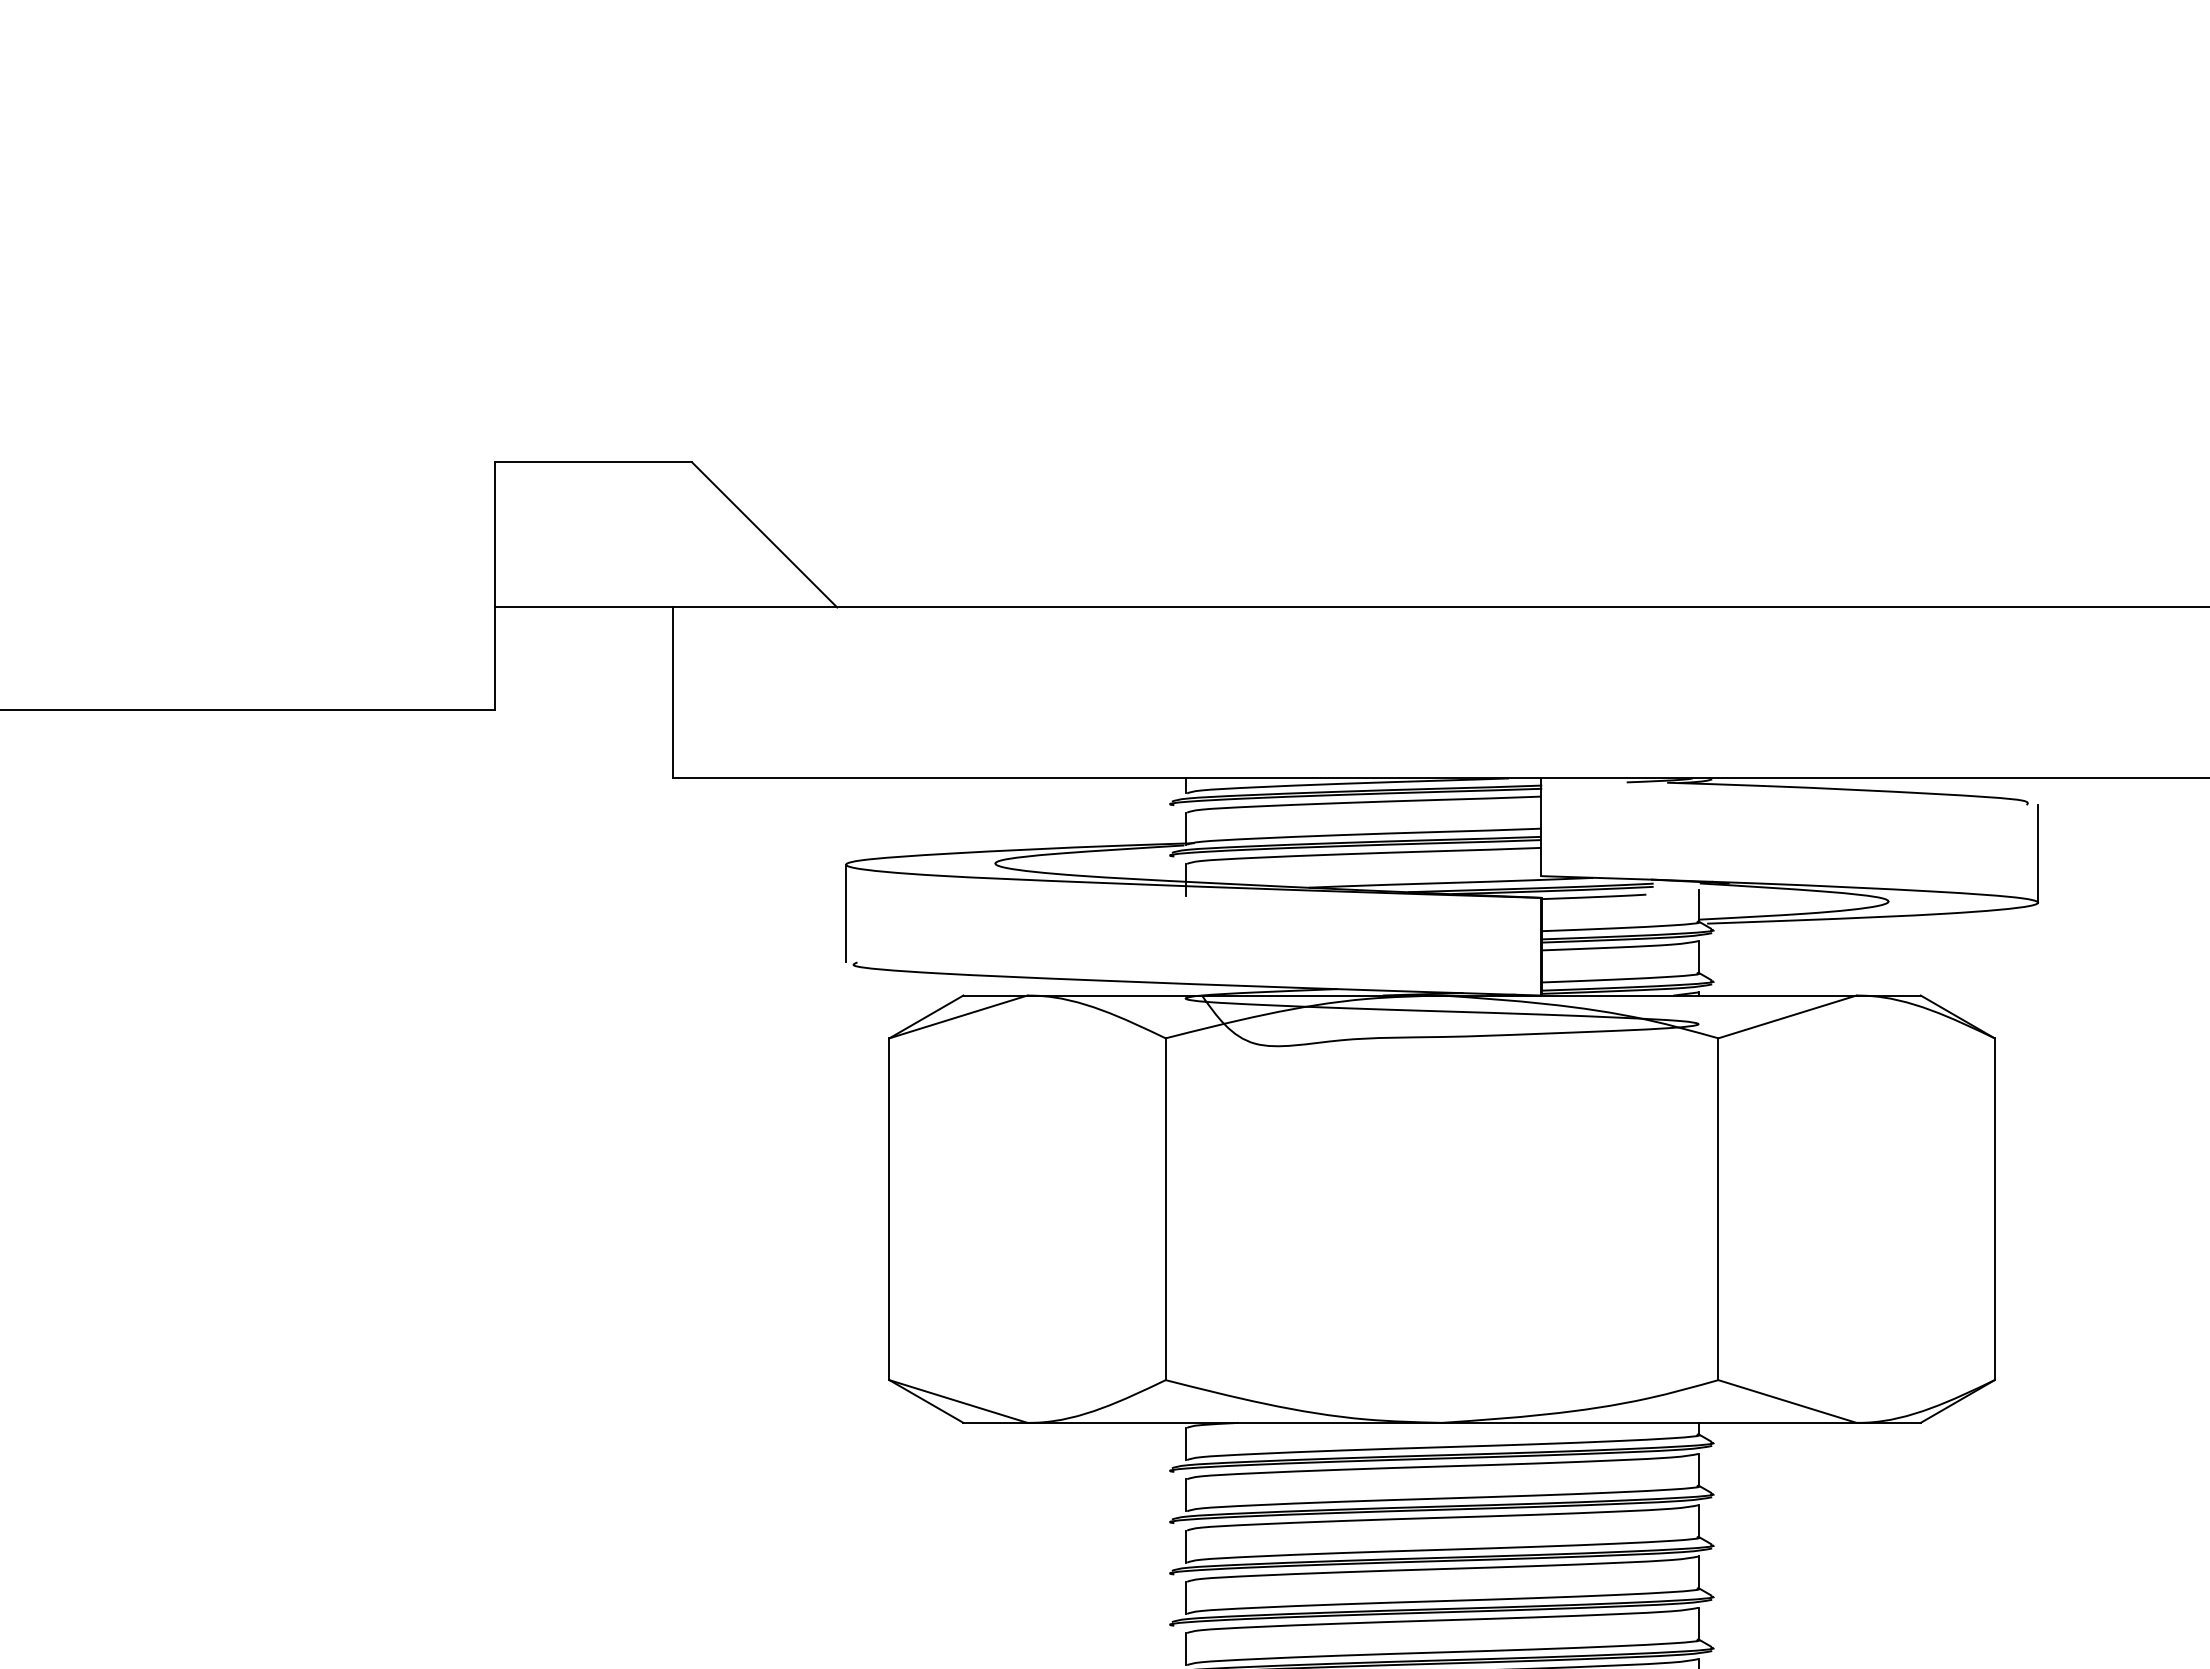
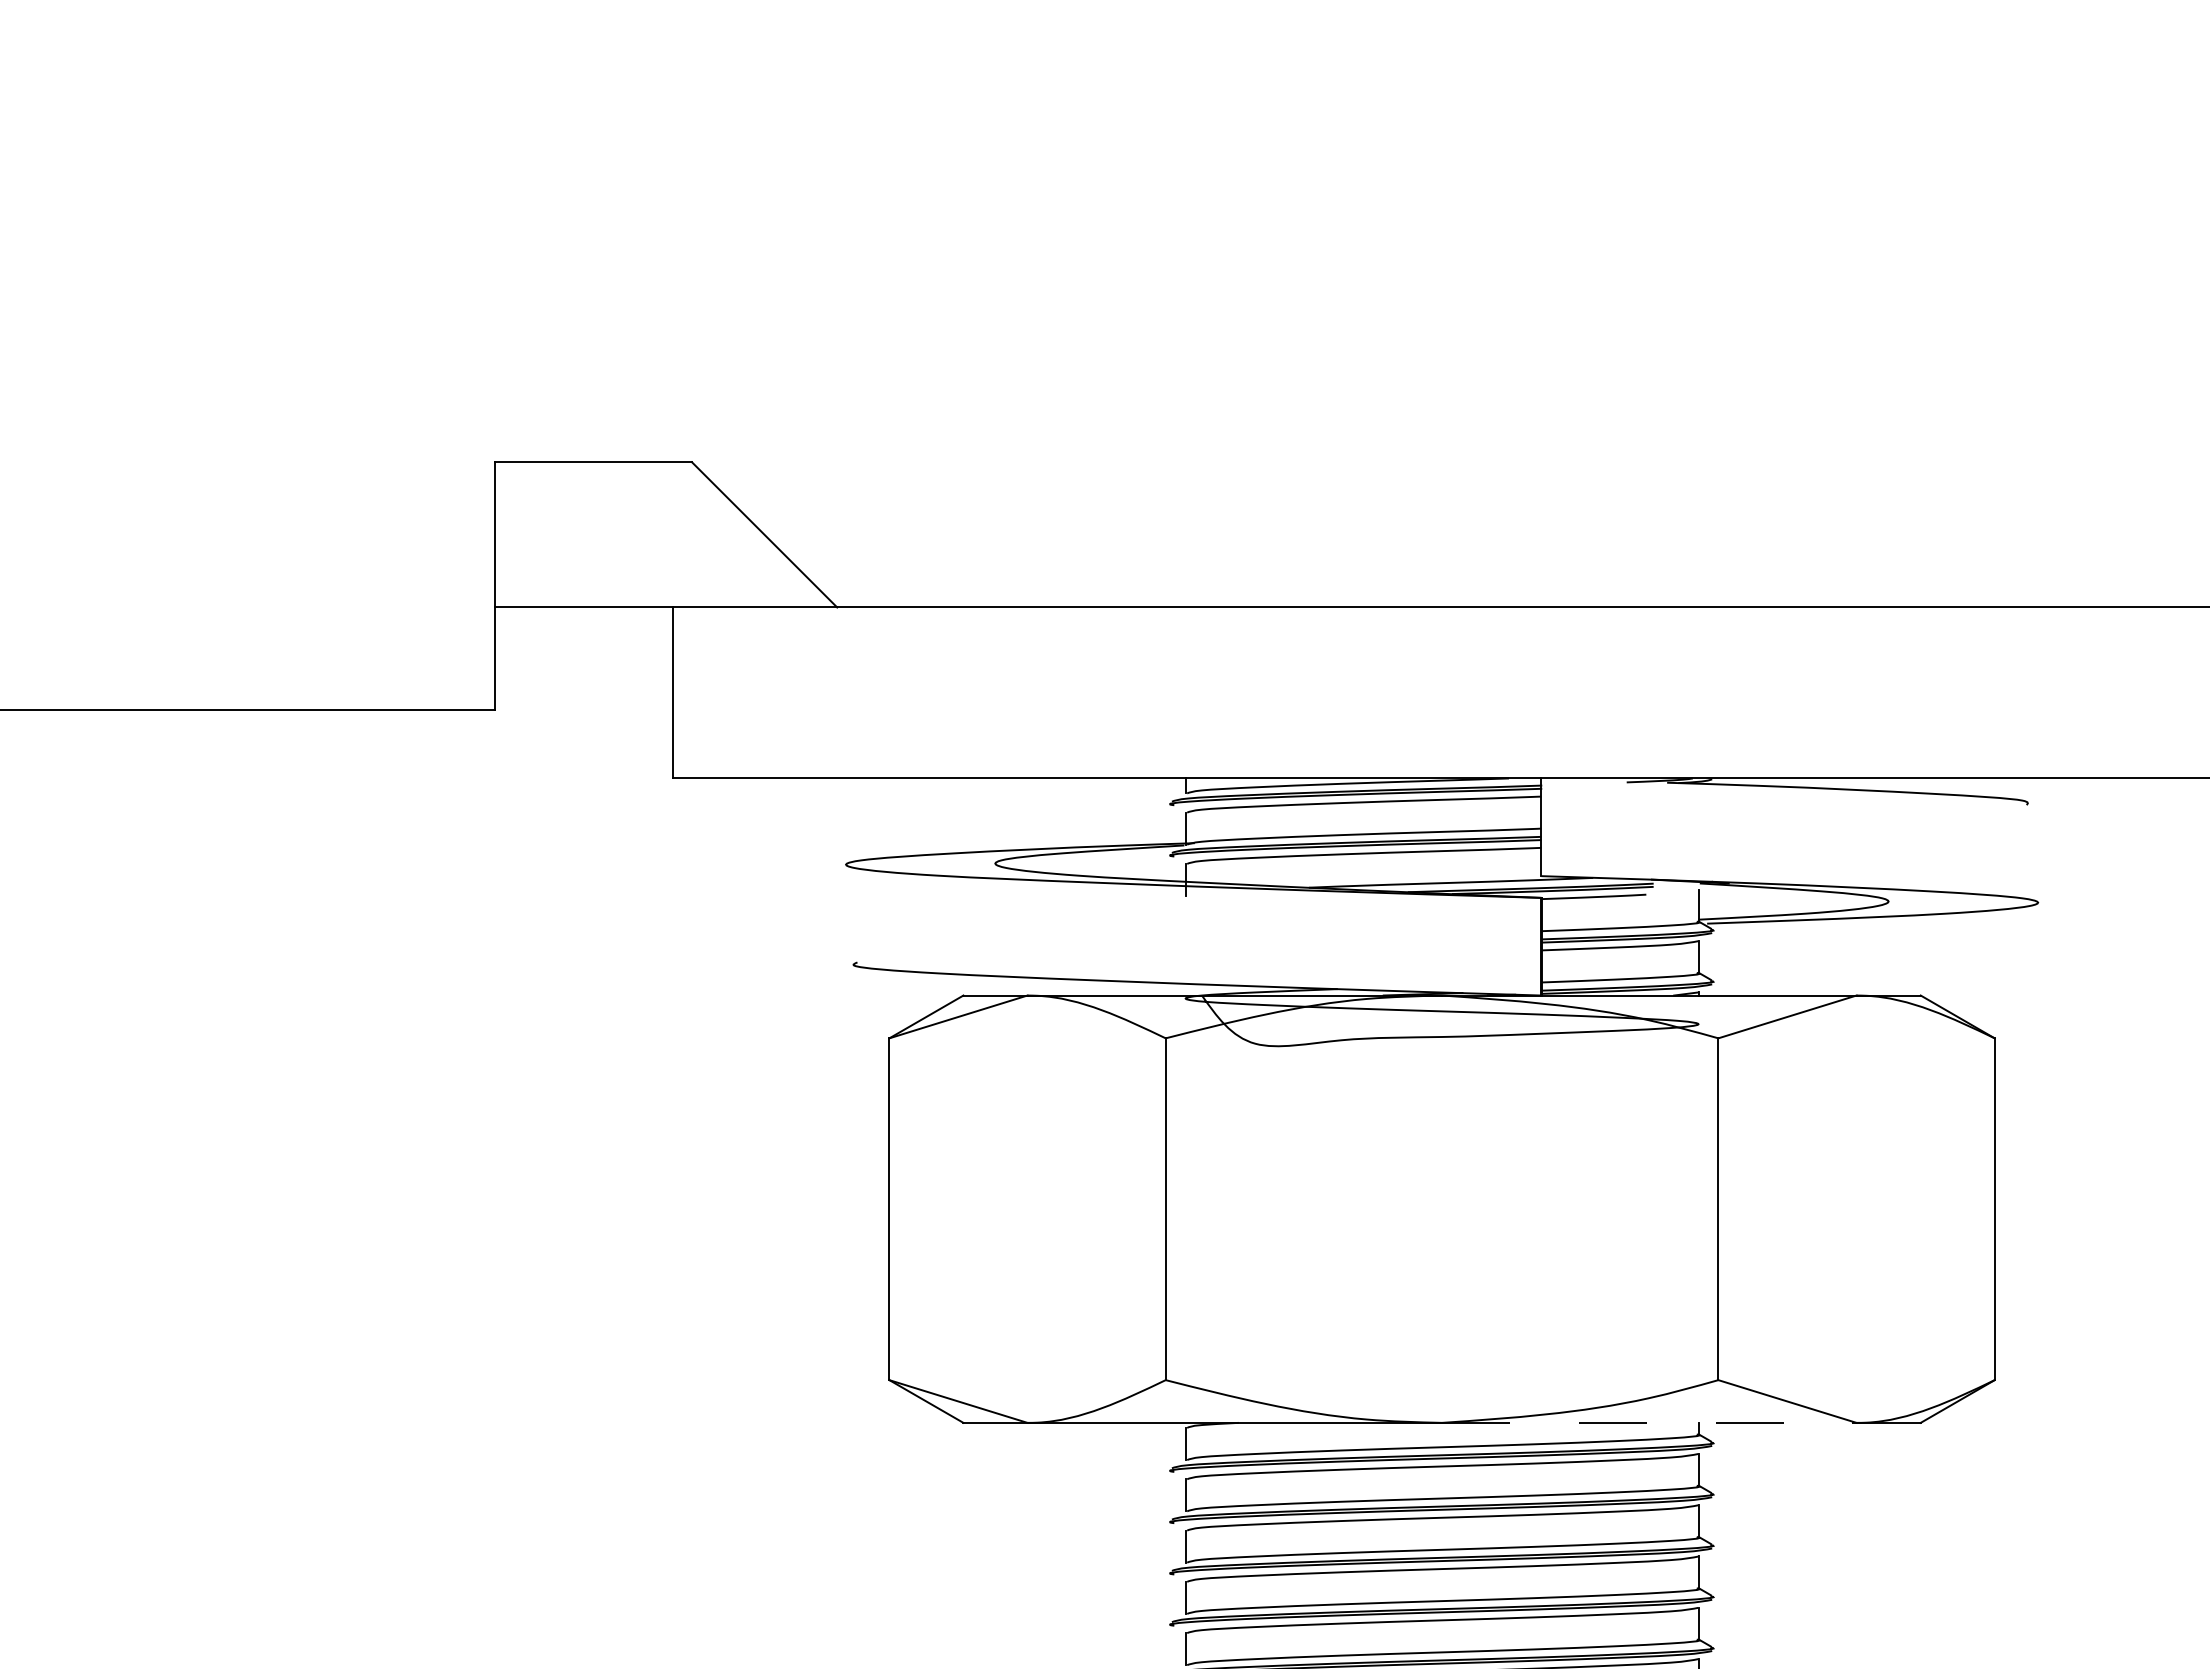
line at (2037, 853): present -> none
line at (846, 913): present -> none
line at (1649, 1422): solid -> dashed
